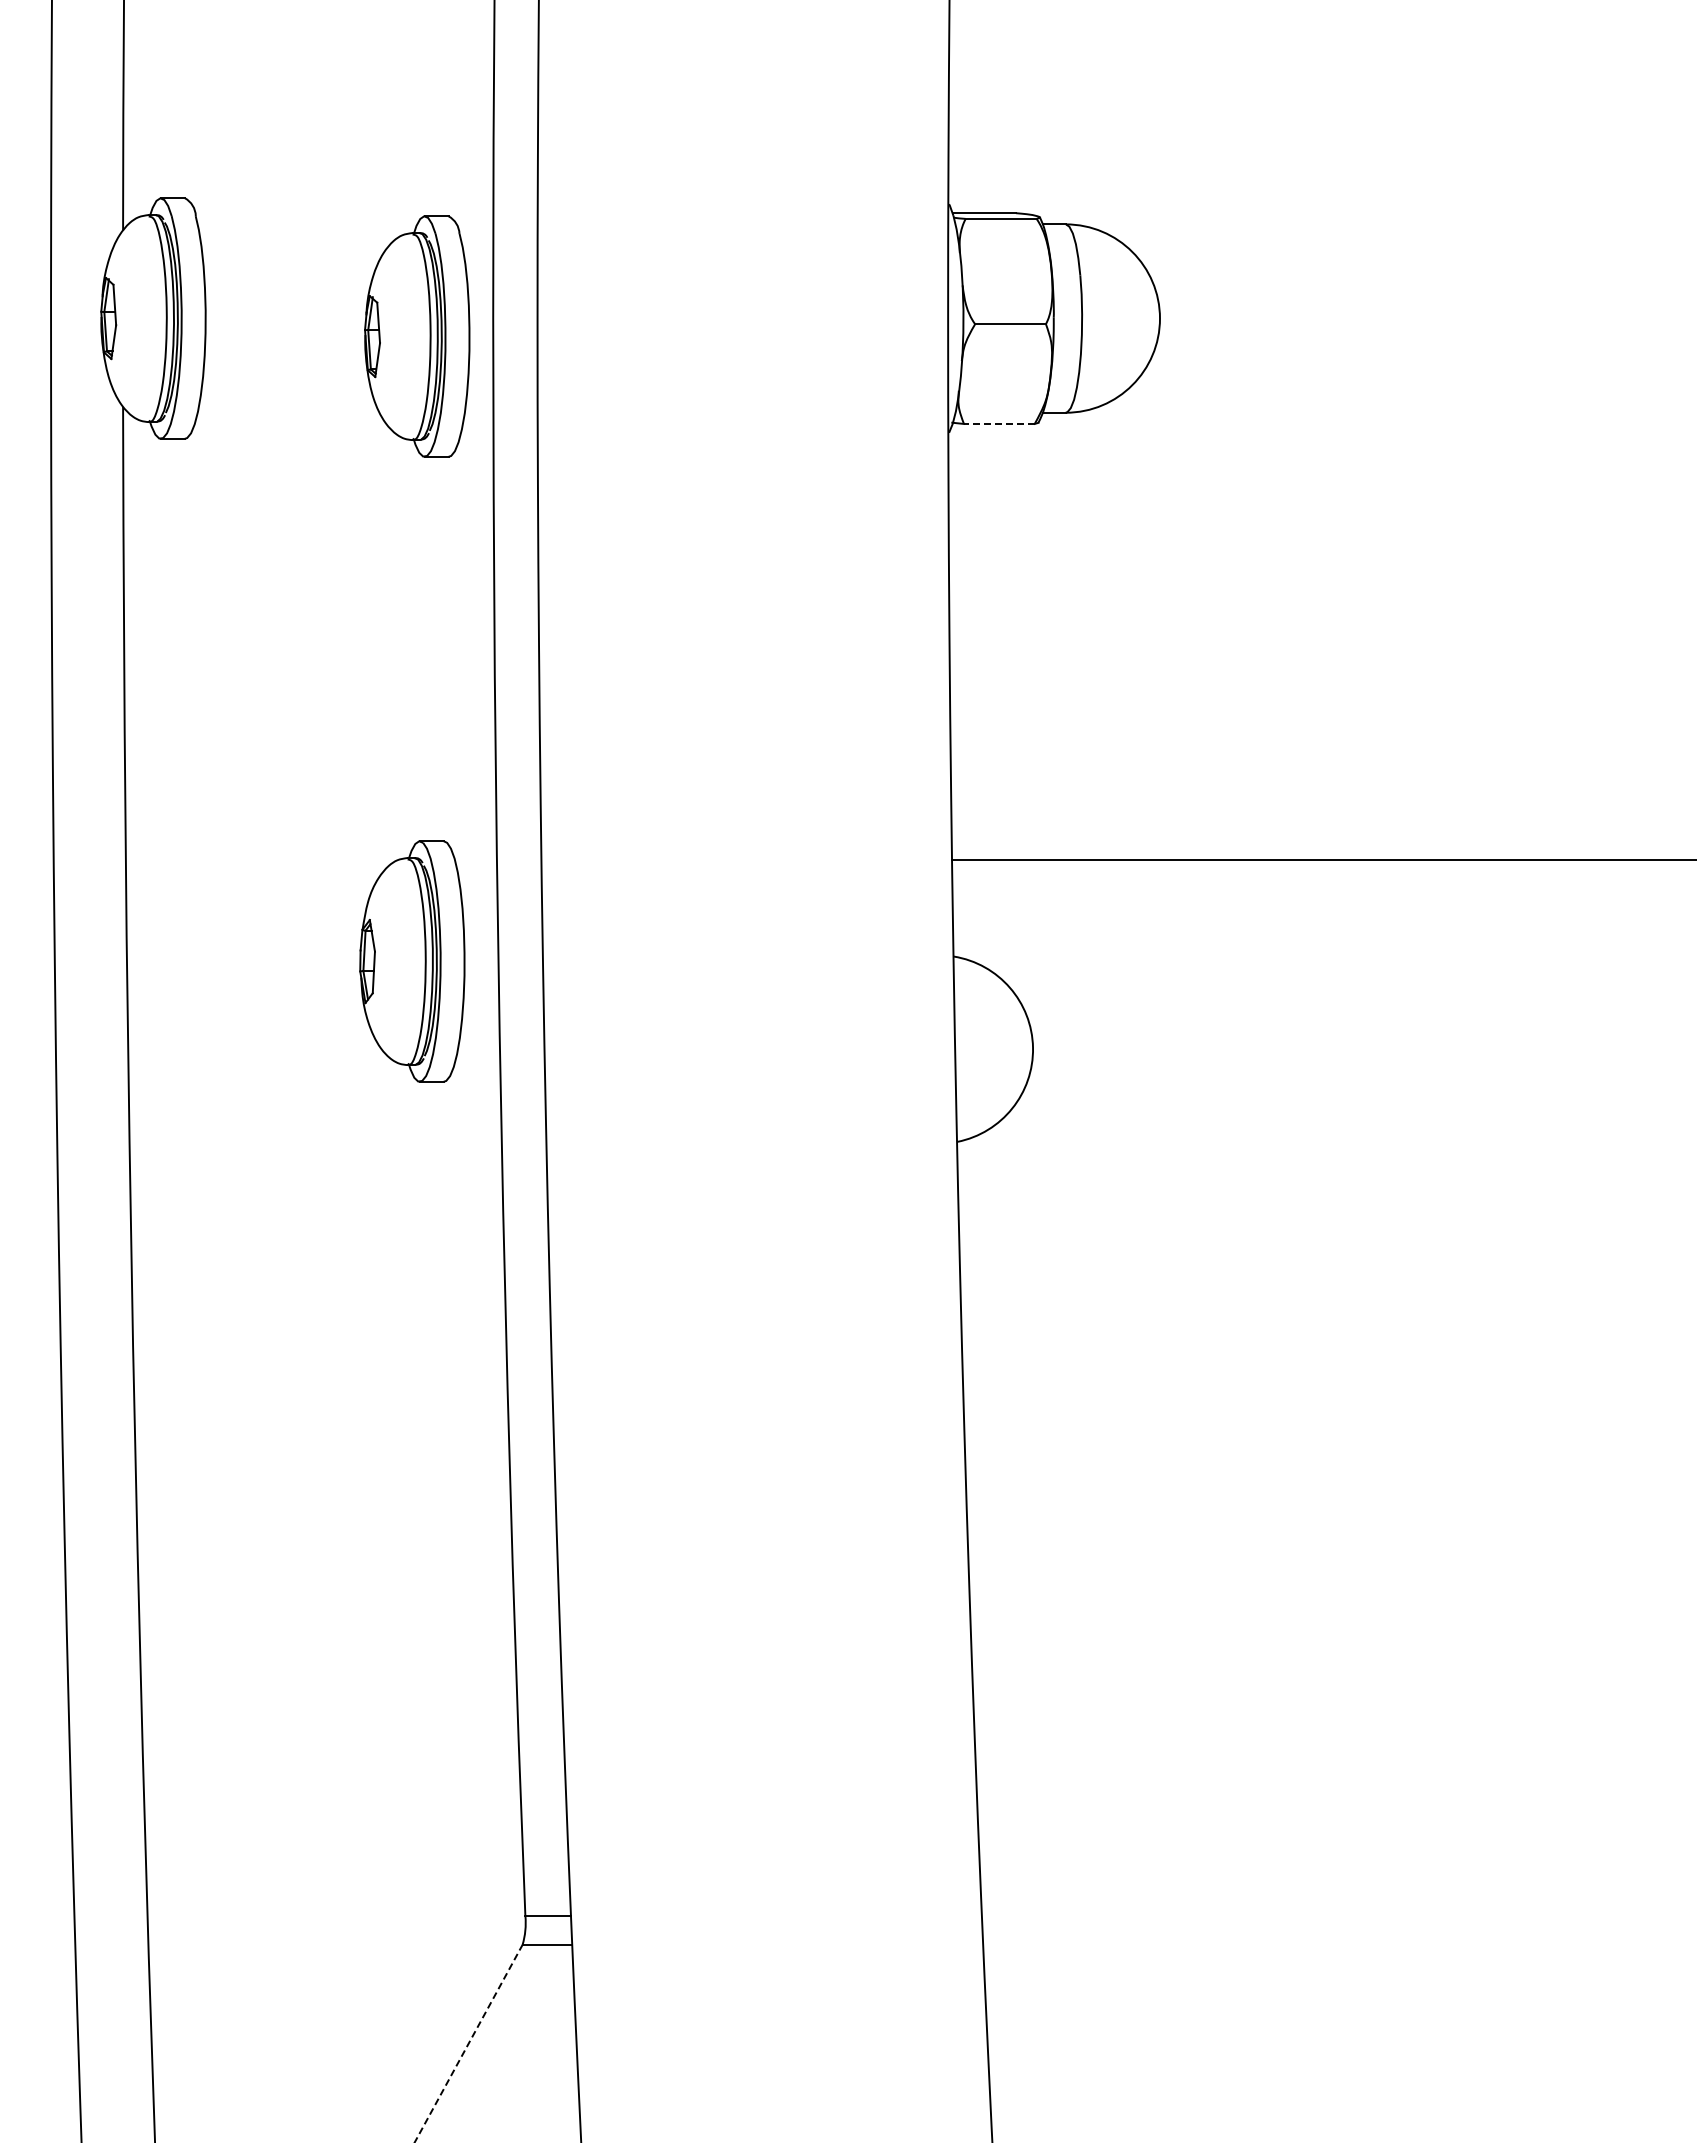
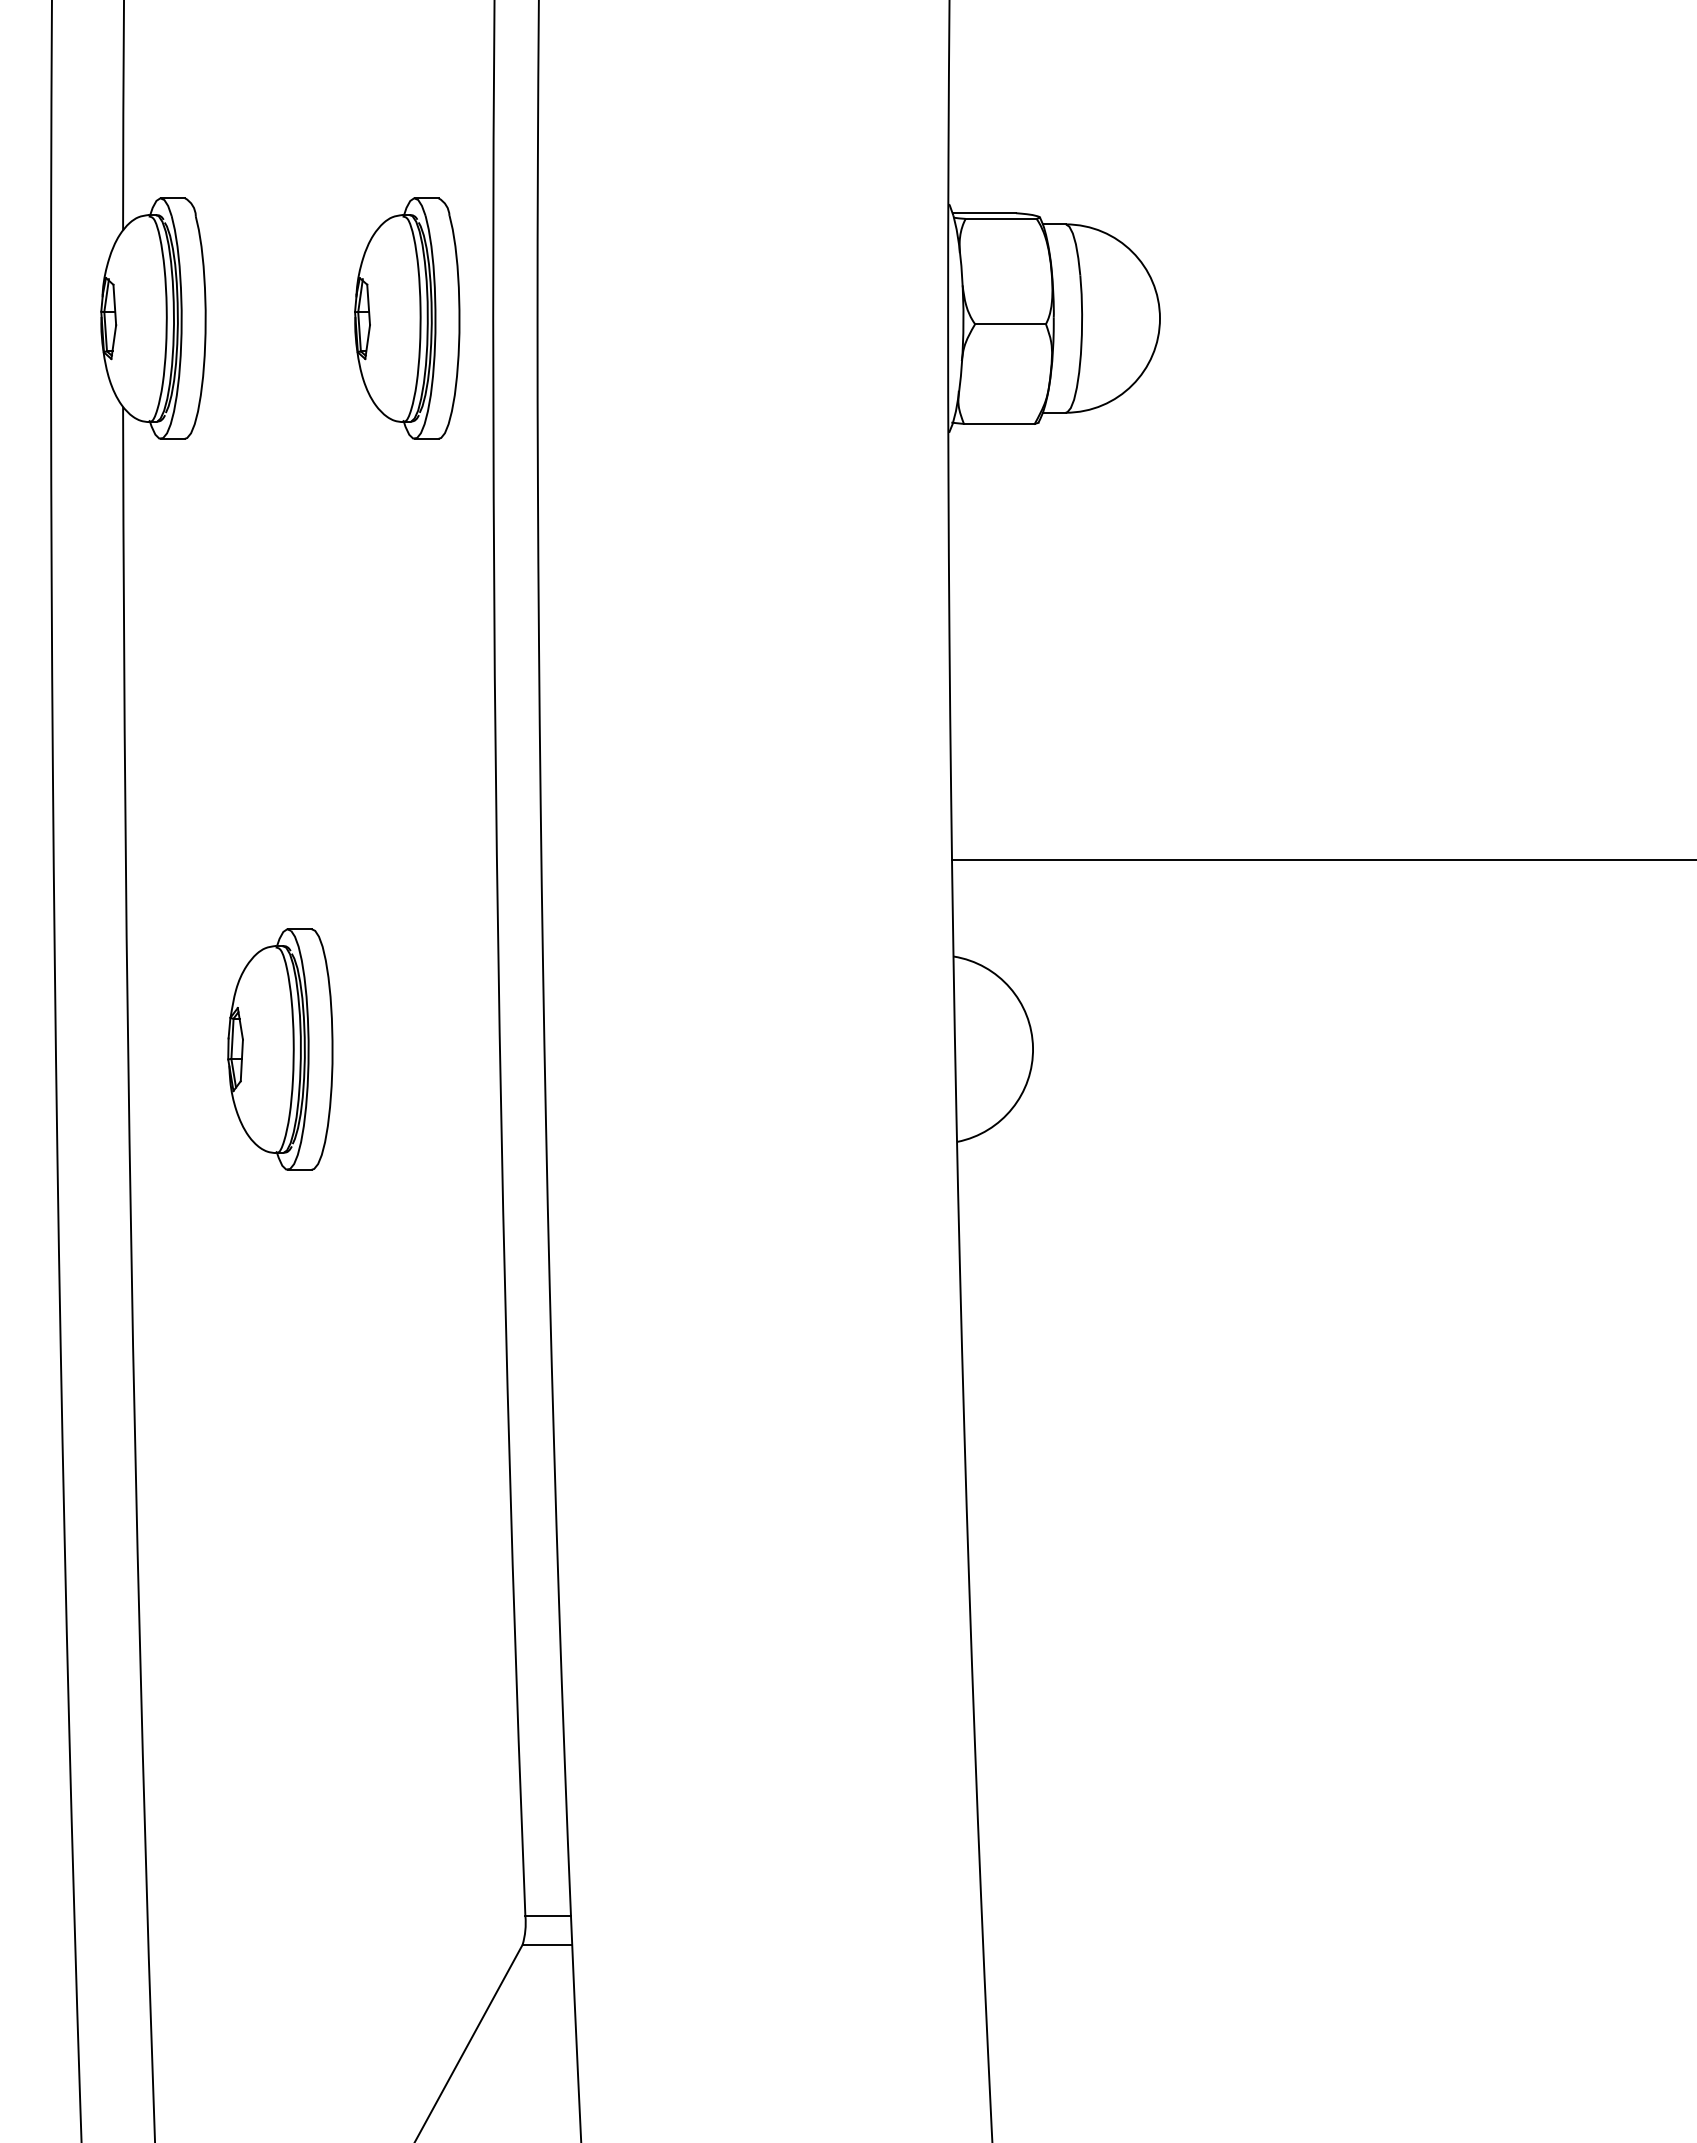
part at (417, 336) position: (417, 336) -> (407, 318)
line at (998, 423): dashed -> solid
part at (412, 961) position: (412, 961) -> (280, 1049)
line at (468, 2043): dashed -> solid
